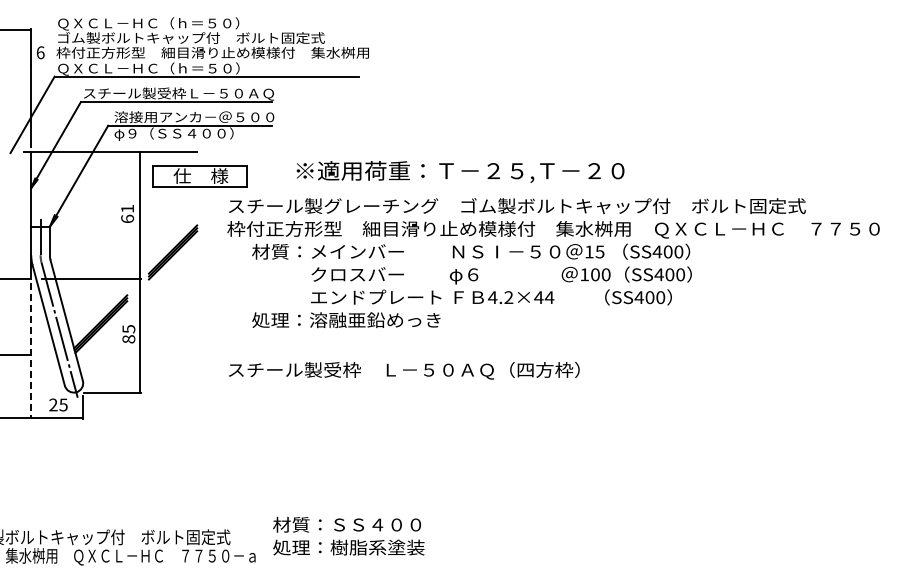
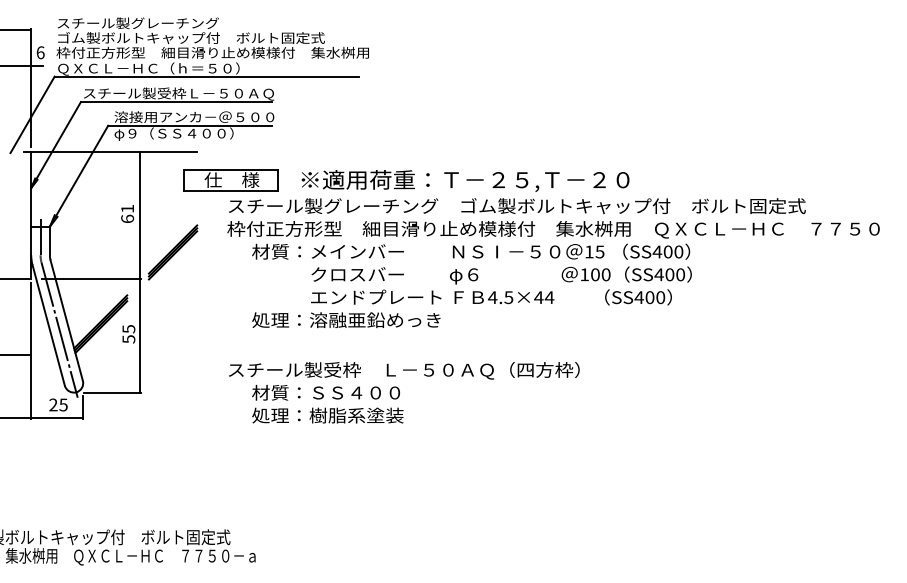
text at (148, 23): ＱＸＣＬ－ＨＣ（ｈ＝５０） -> スチール製グレーチング
line at (22, 65): none -> present
text at (460, 171) position: (460, 171) -> (465, 180)
part at (199, 176) position: (199, 176) -> (230, 180)
text at (508, 297): 4.2×44 -> 4.5×44
text at (128, 339): 85 -> 55
line at (31, 351): dashed -> solid
text at (348, 535) position: (348, 535) -> (327, 403)
